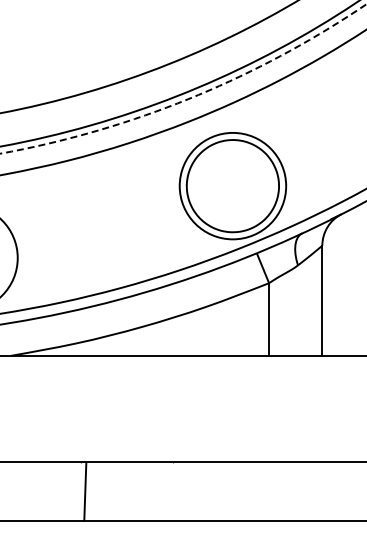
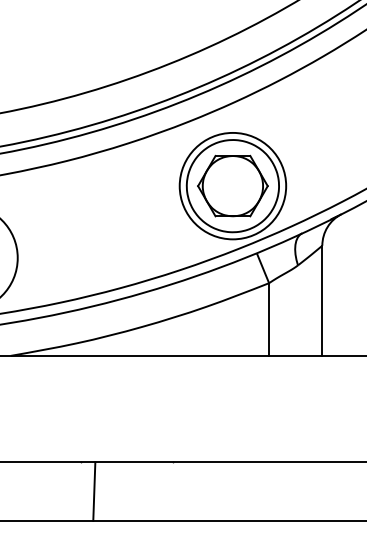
arc at (191, 97): dashed -> solid
part at (232, 185): none -> present
line at (85, 491) position: (85, 491) -> (94, 491)
